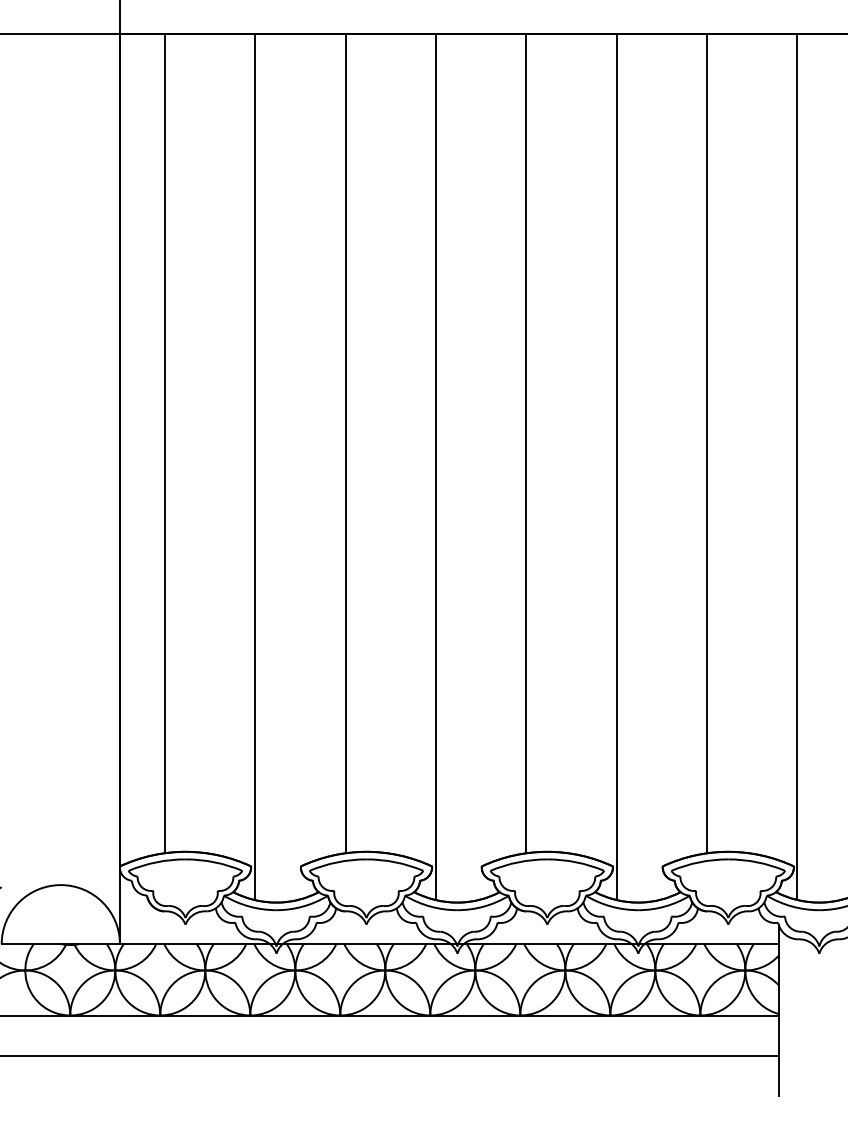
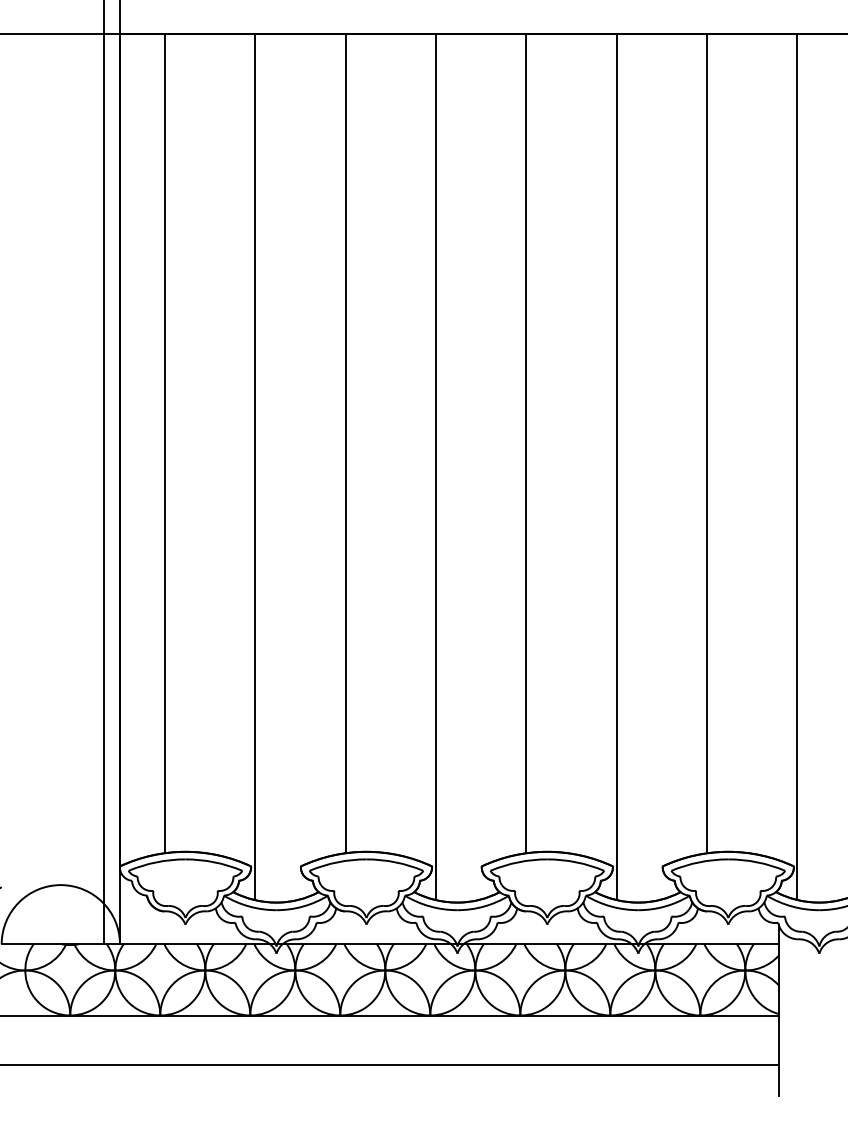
line at (103, 473): none -> present
line at (390, 1056) position: (390, 1056) -> (390, 1065)
